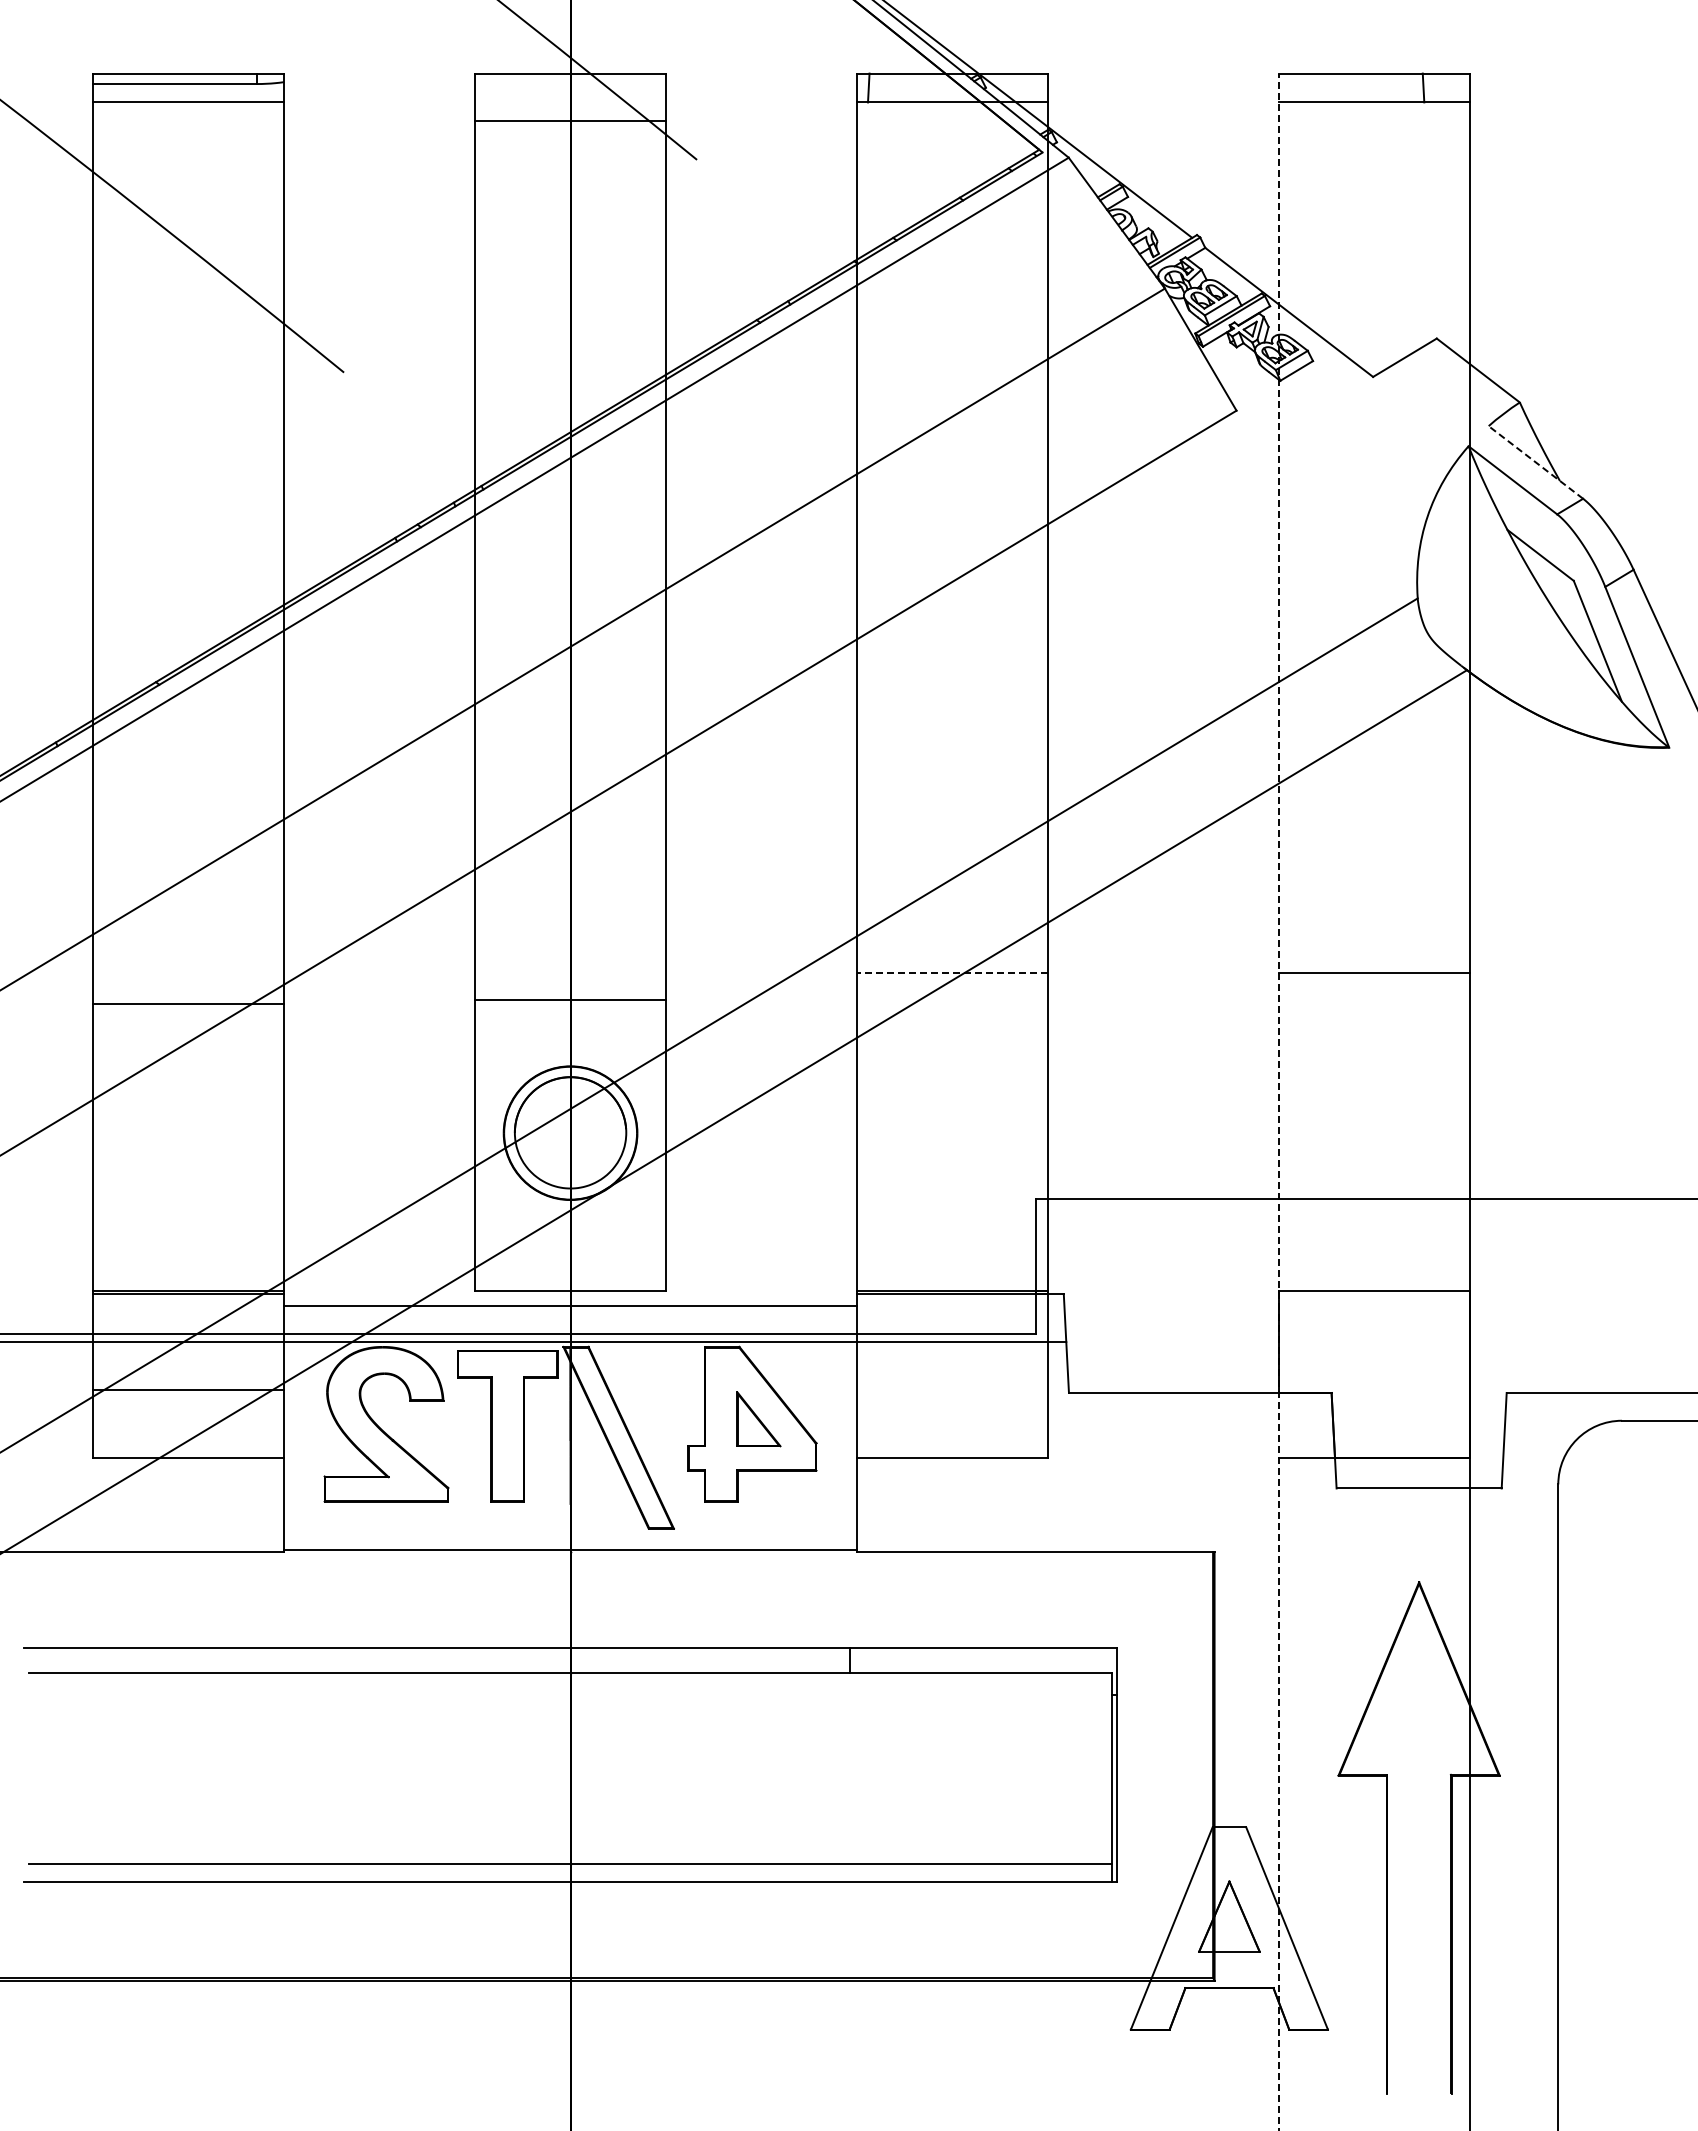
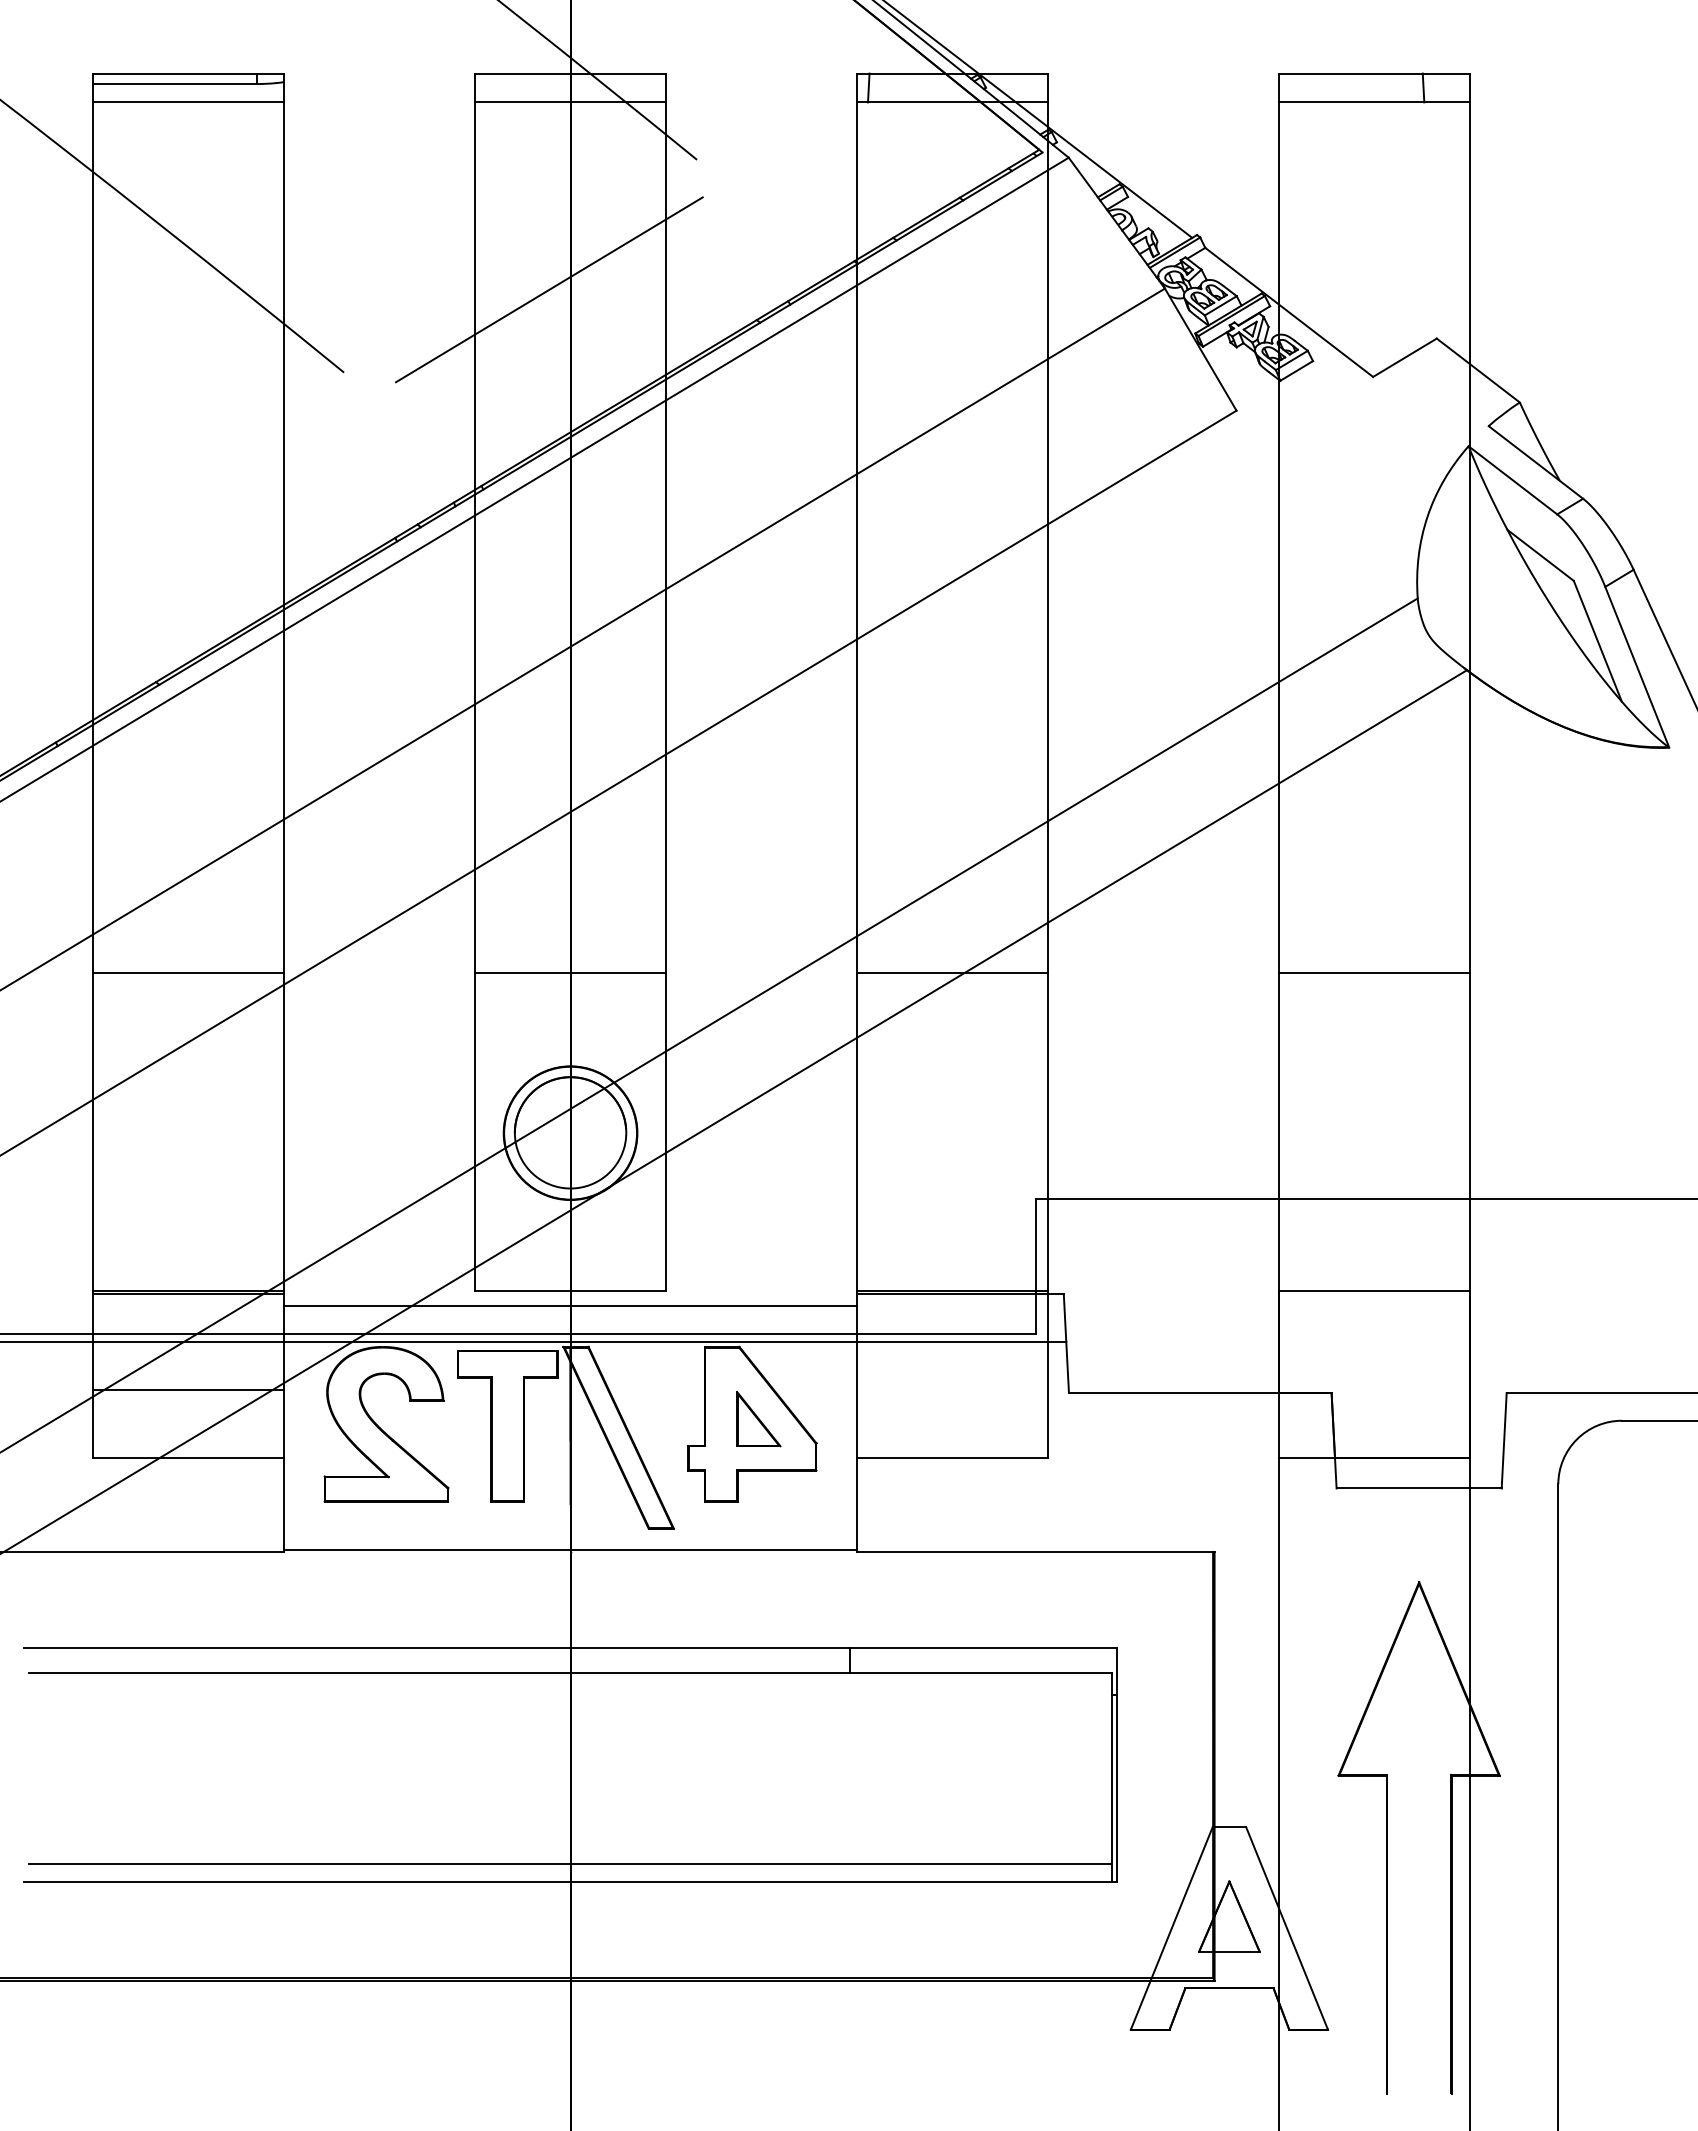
line at (570, 121) position: (570, 121) -> (570, 102)
line at (549, 289): none -> present
line at (1535, 462): dashed -> solid
line at (952, 973): dashed -> solid
line at (570, 1000) position: (570, 1000) -> (570, 973)
line at (188, 1004) position: (188, 1004) -> (188, 973)
line at (1278, 1101): dashed -> solid
